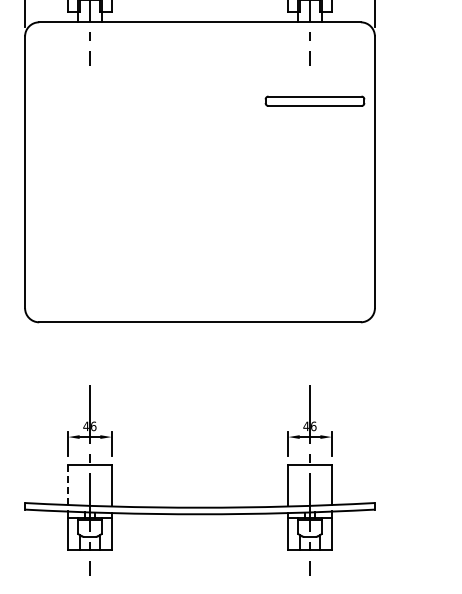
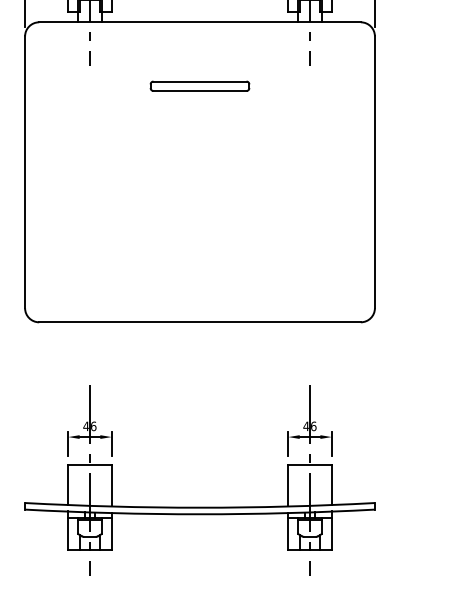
part at (314, 100) position: (314, 100) -> (199, 85)
line at (68, 485): dashed -> solid
